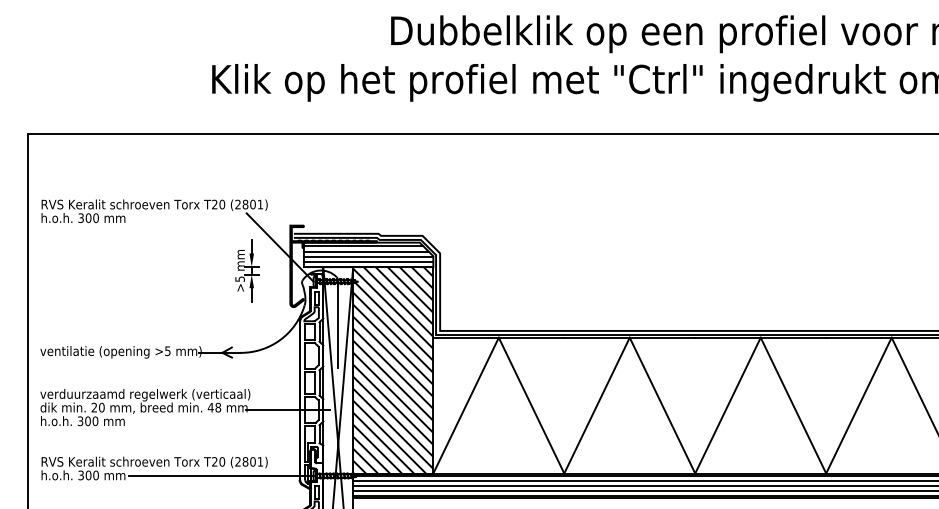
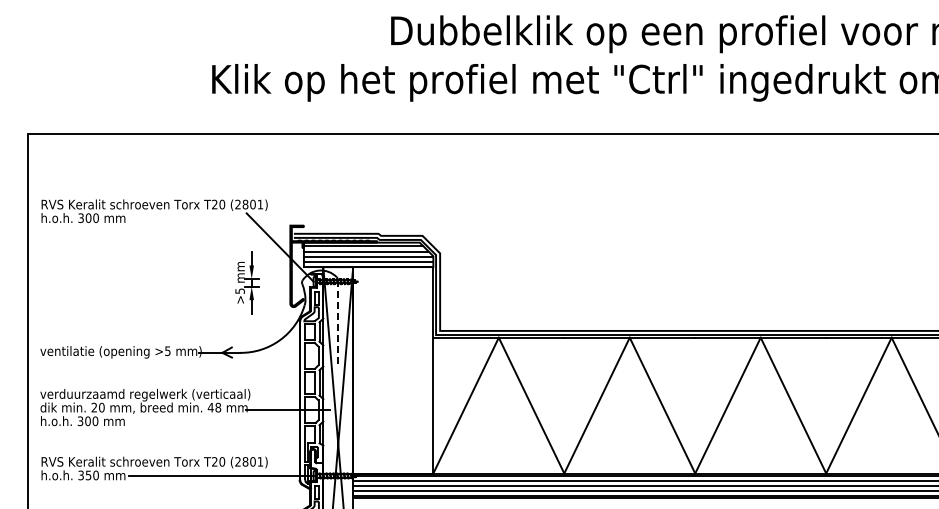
part at (247, 270) position: (247, 270) -> (247, 282)
line at (337, 324): solid -> dashed
hatch at (393, 370): present -> none
text at (88, 475): 300 -> 350
